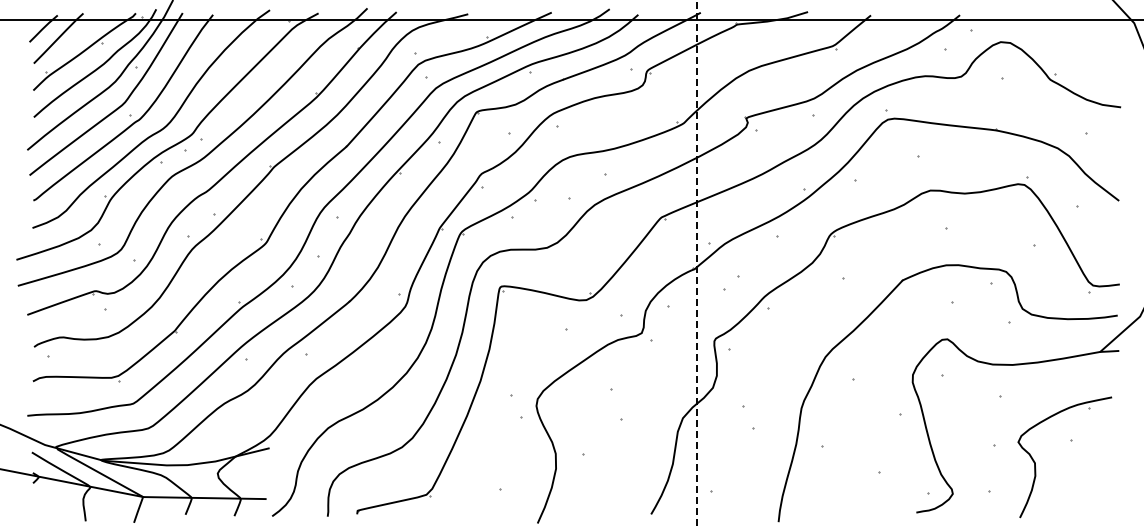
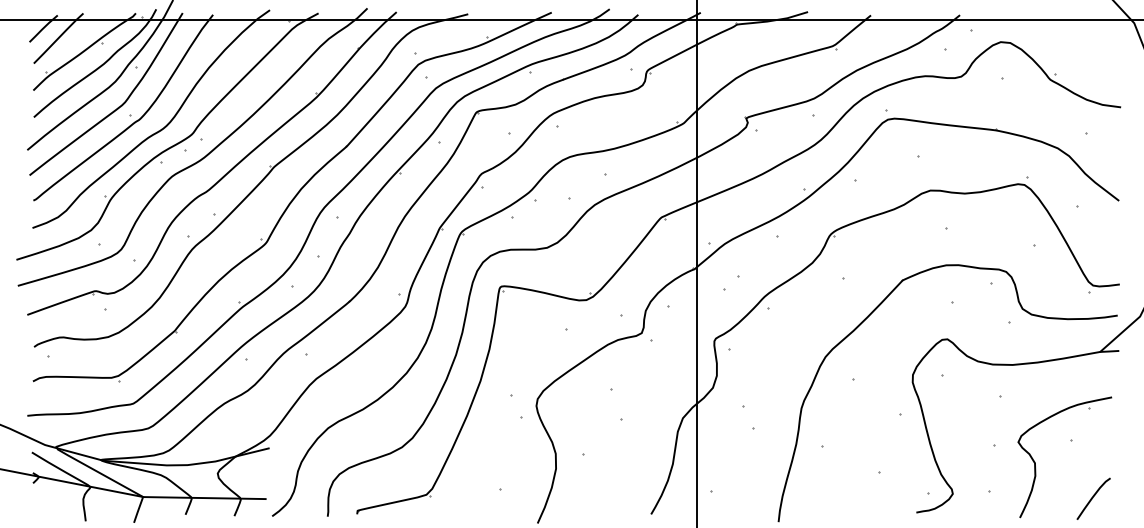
line at (697, 264): dashed -> solid
curve at (1093, 498): none -> present
